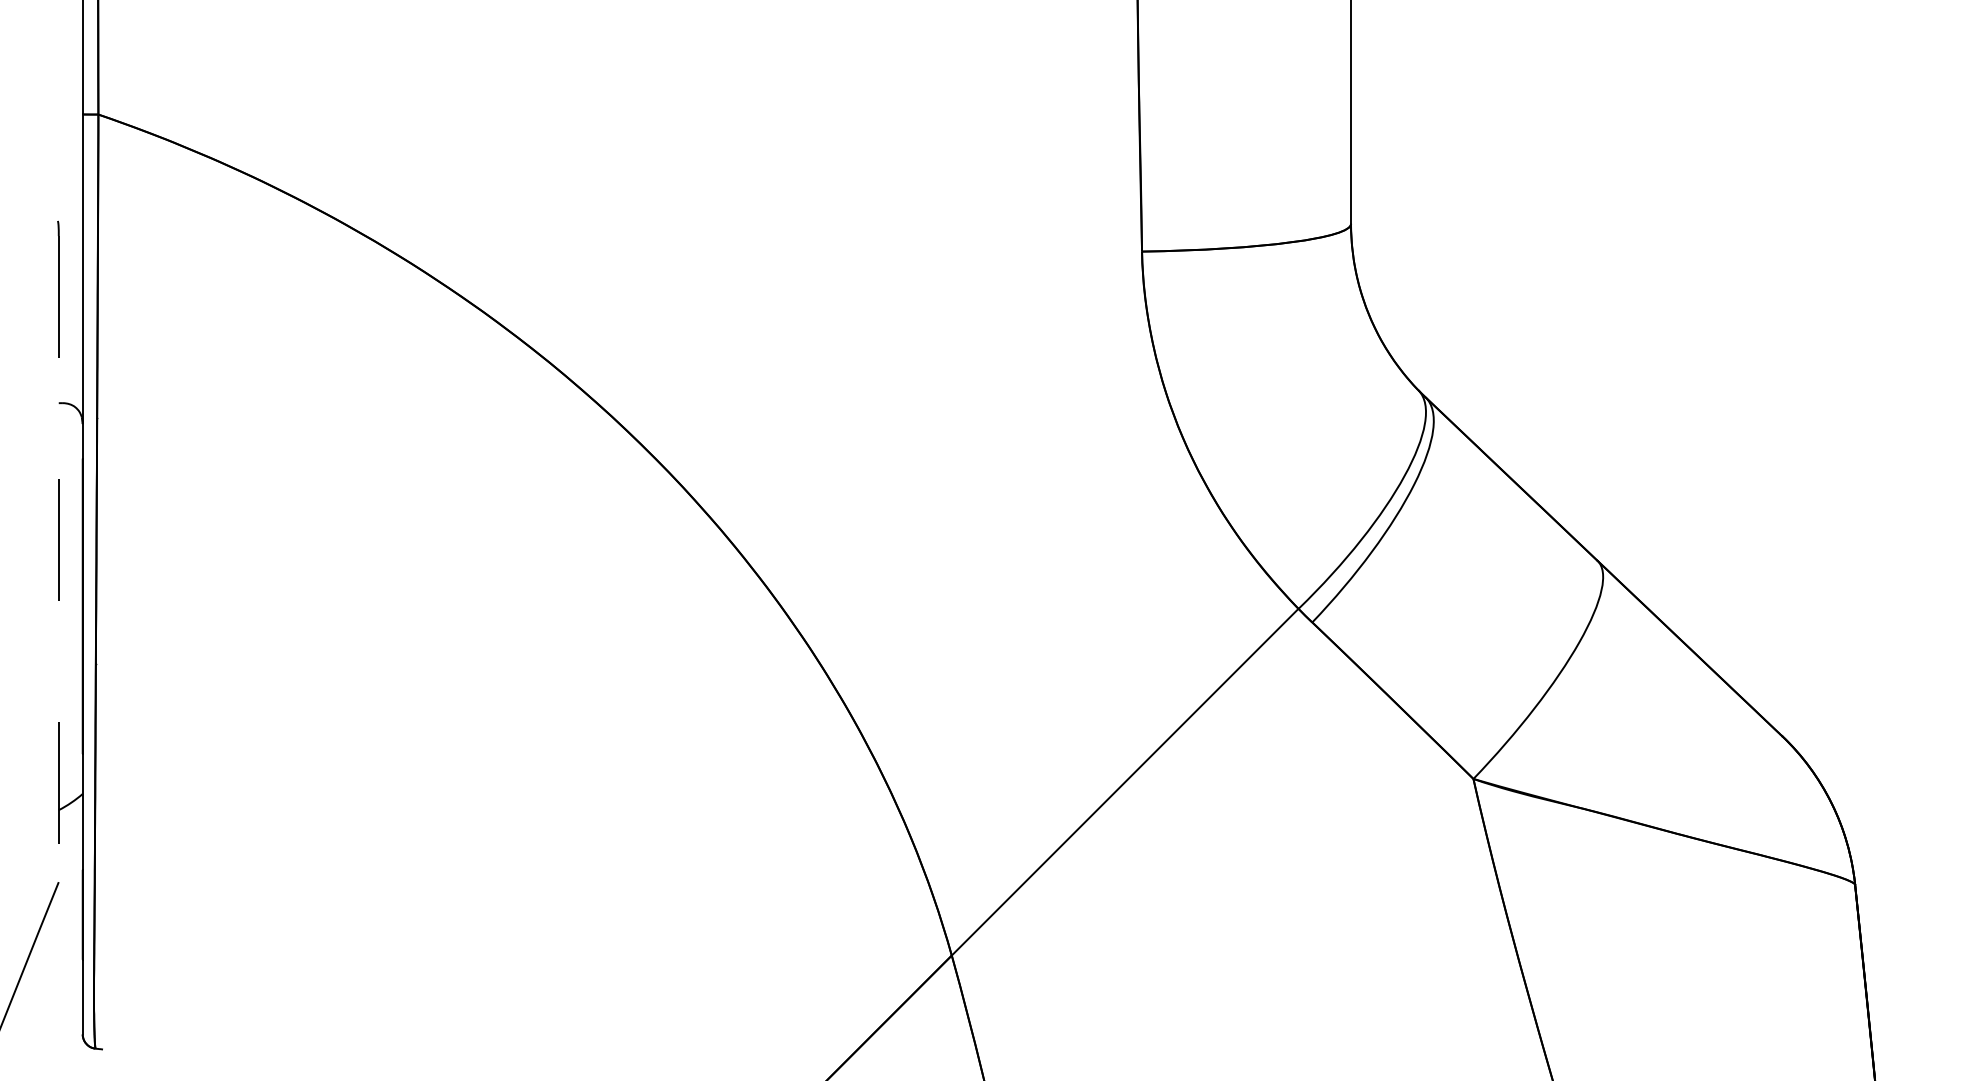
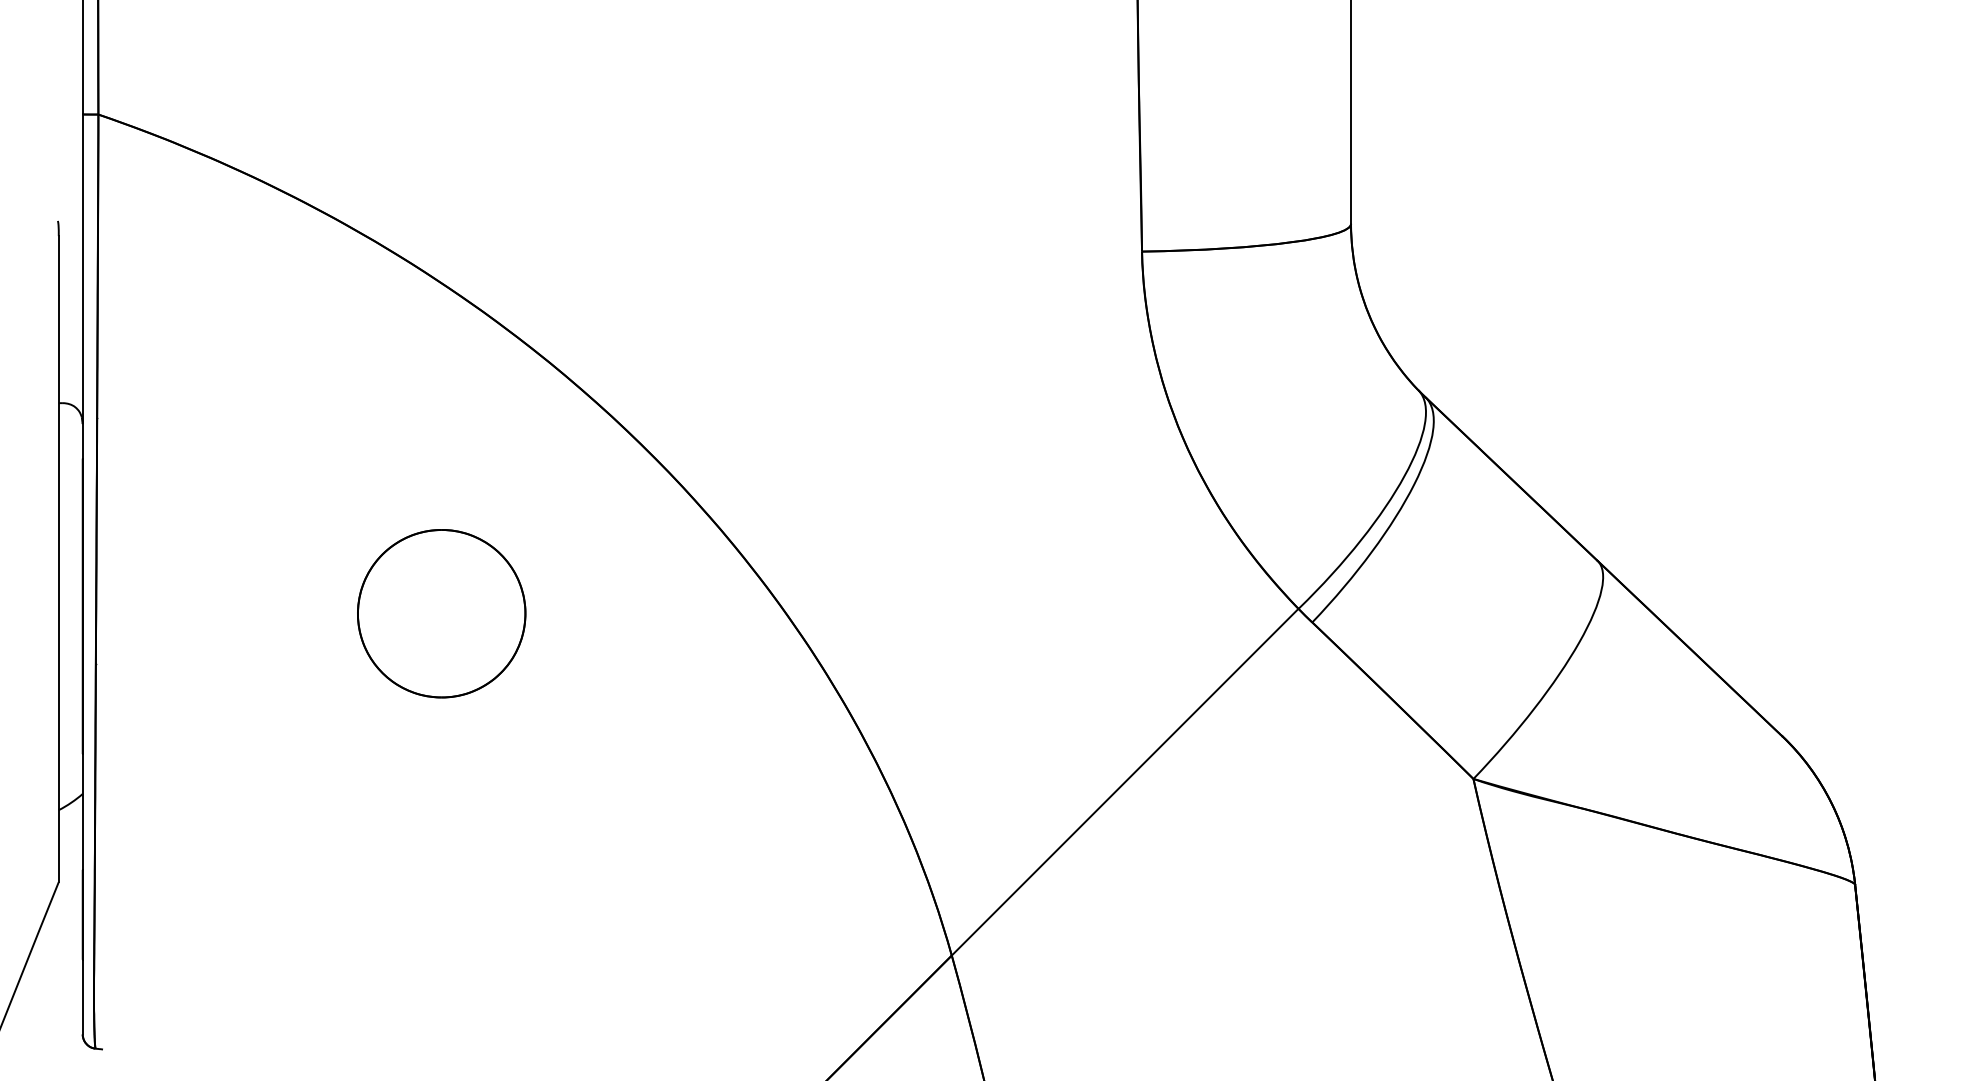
line at (58, 559): dashed -> solid
part at (441, 613): none -> present
